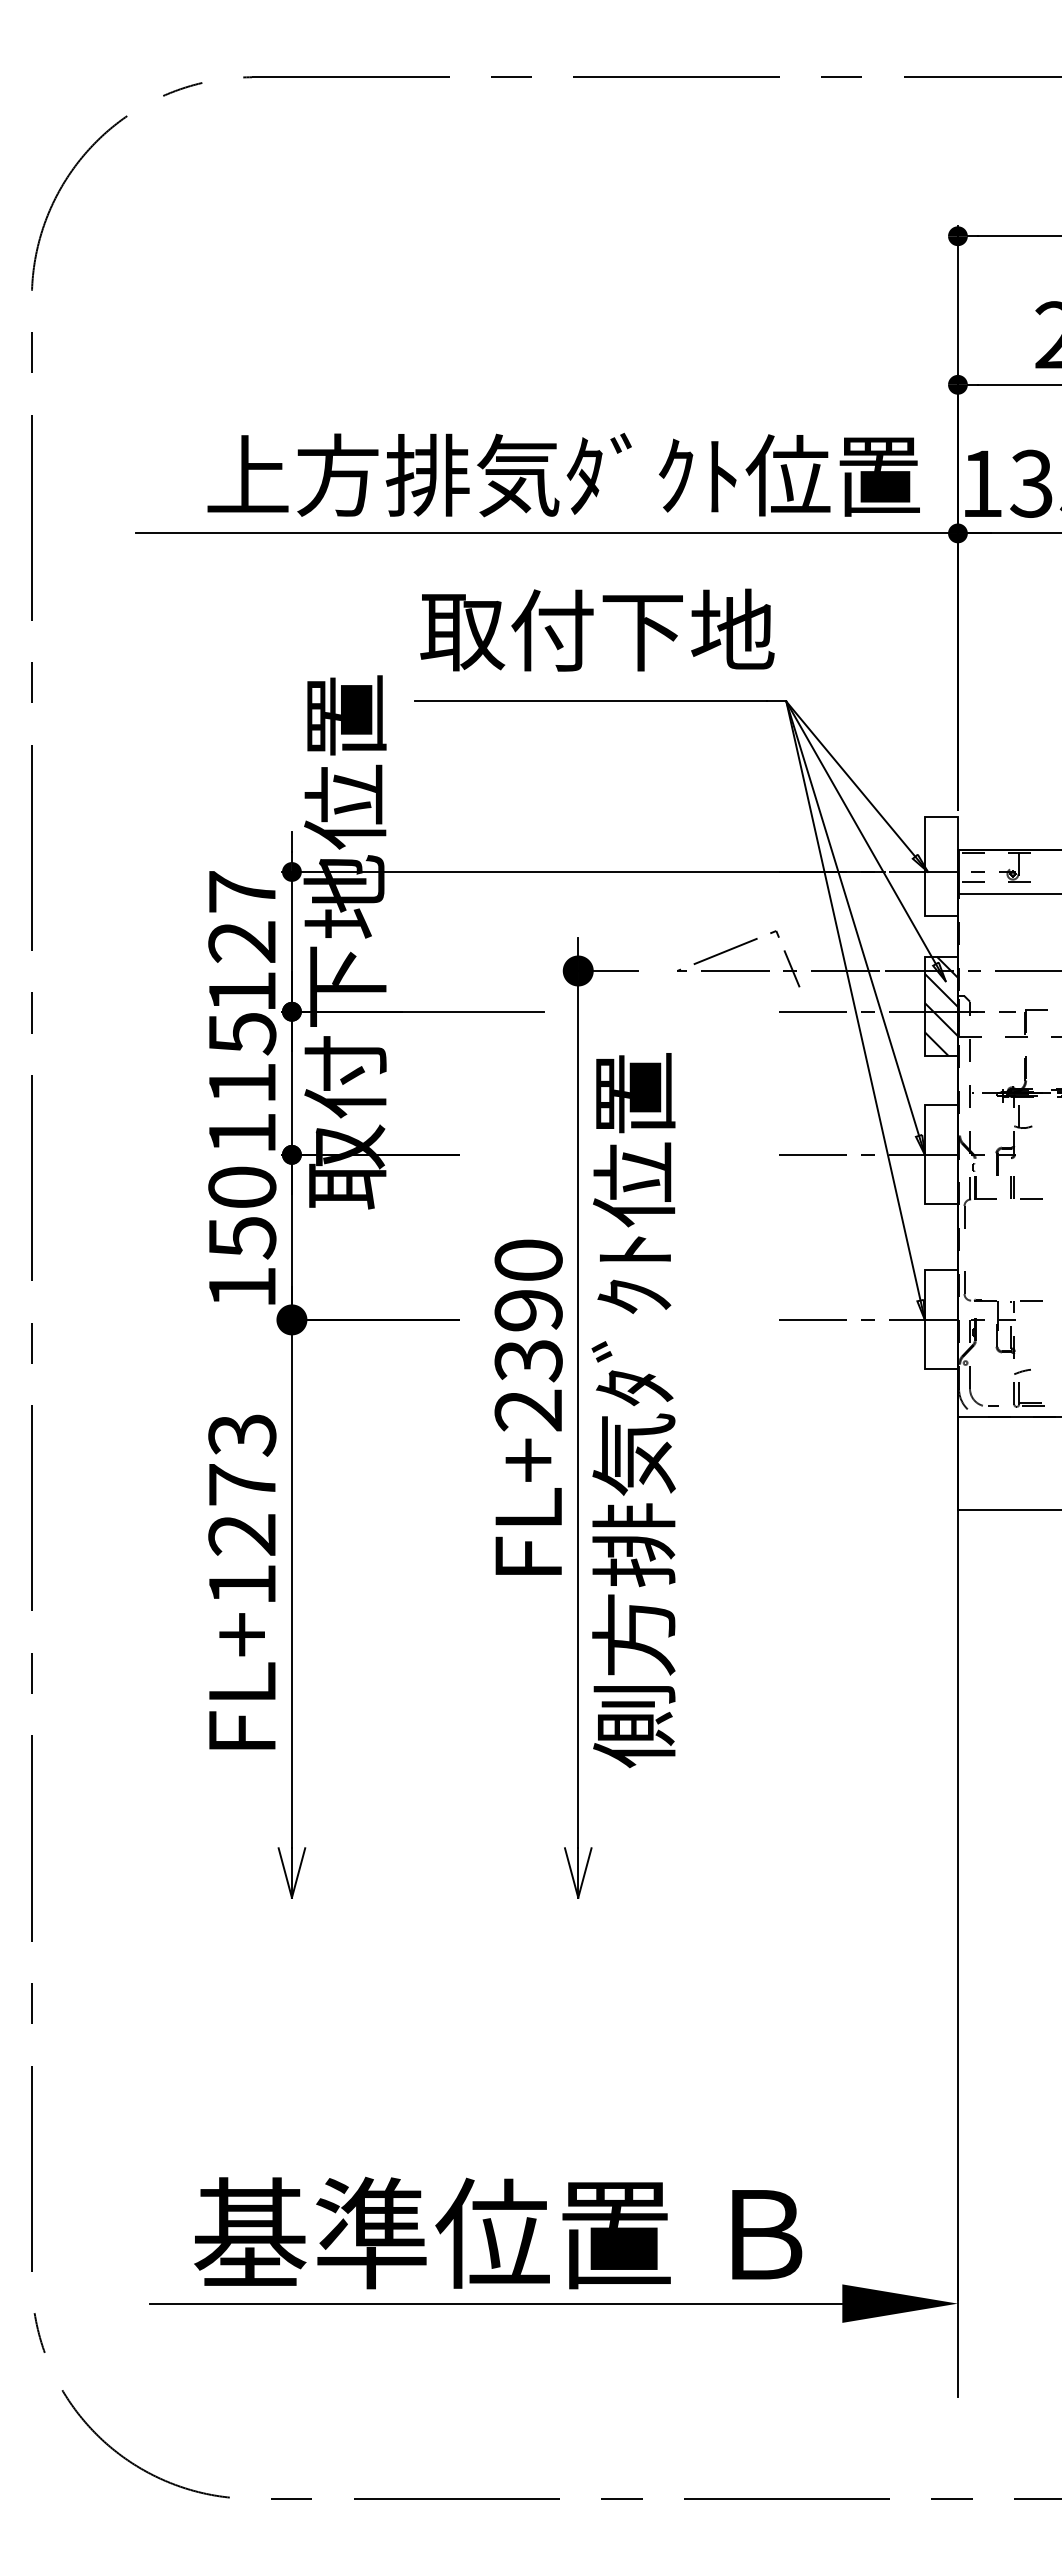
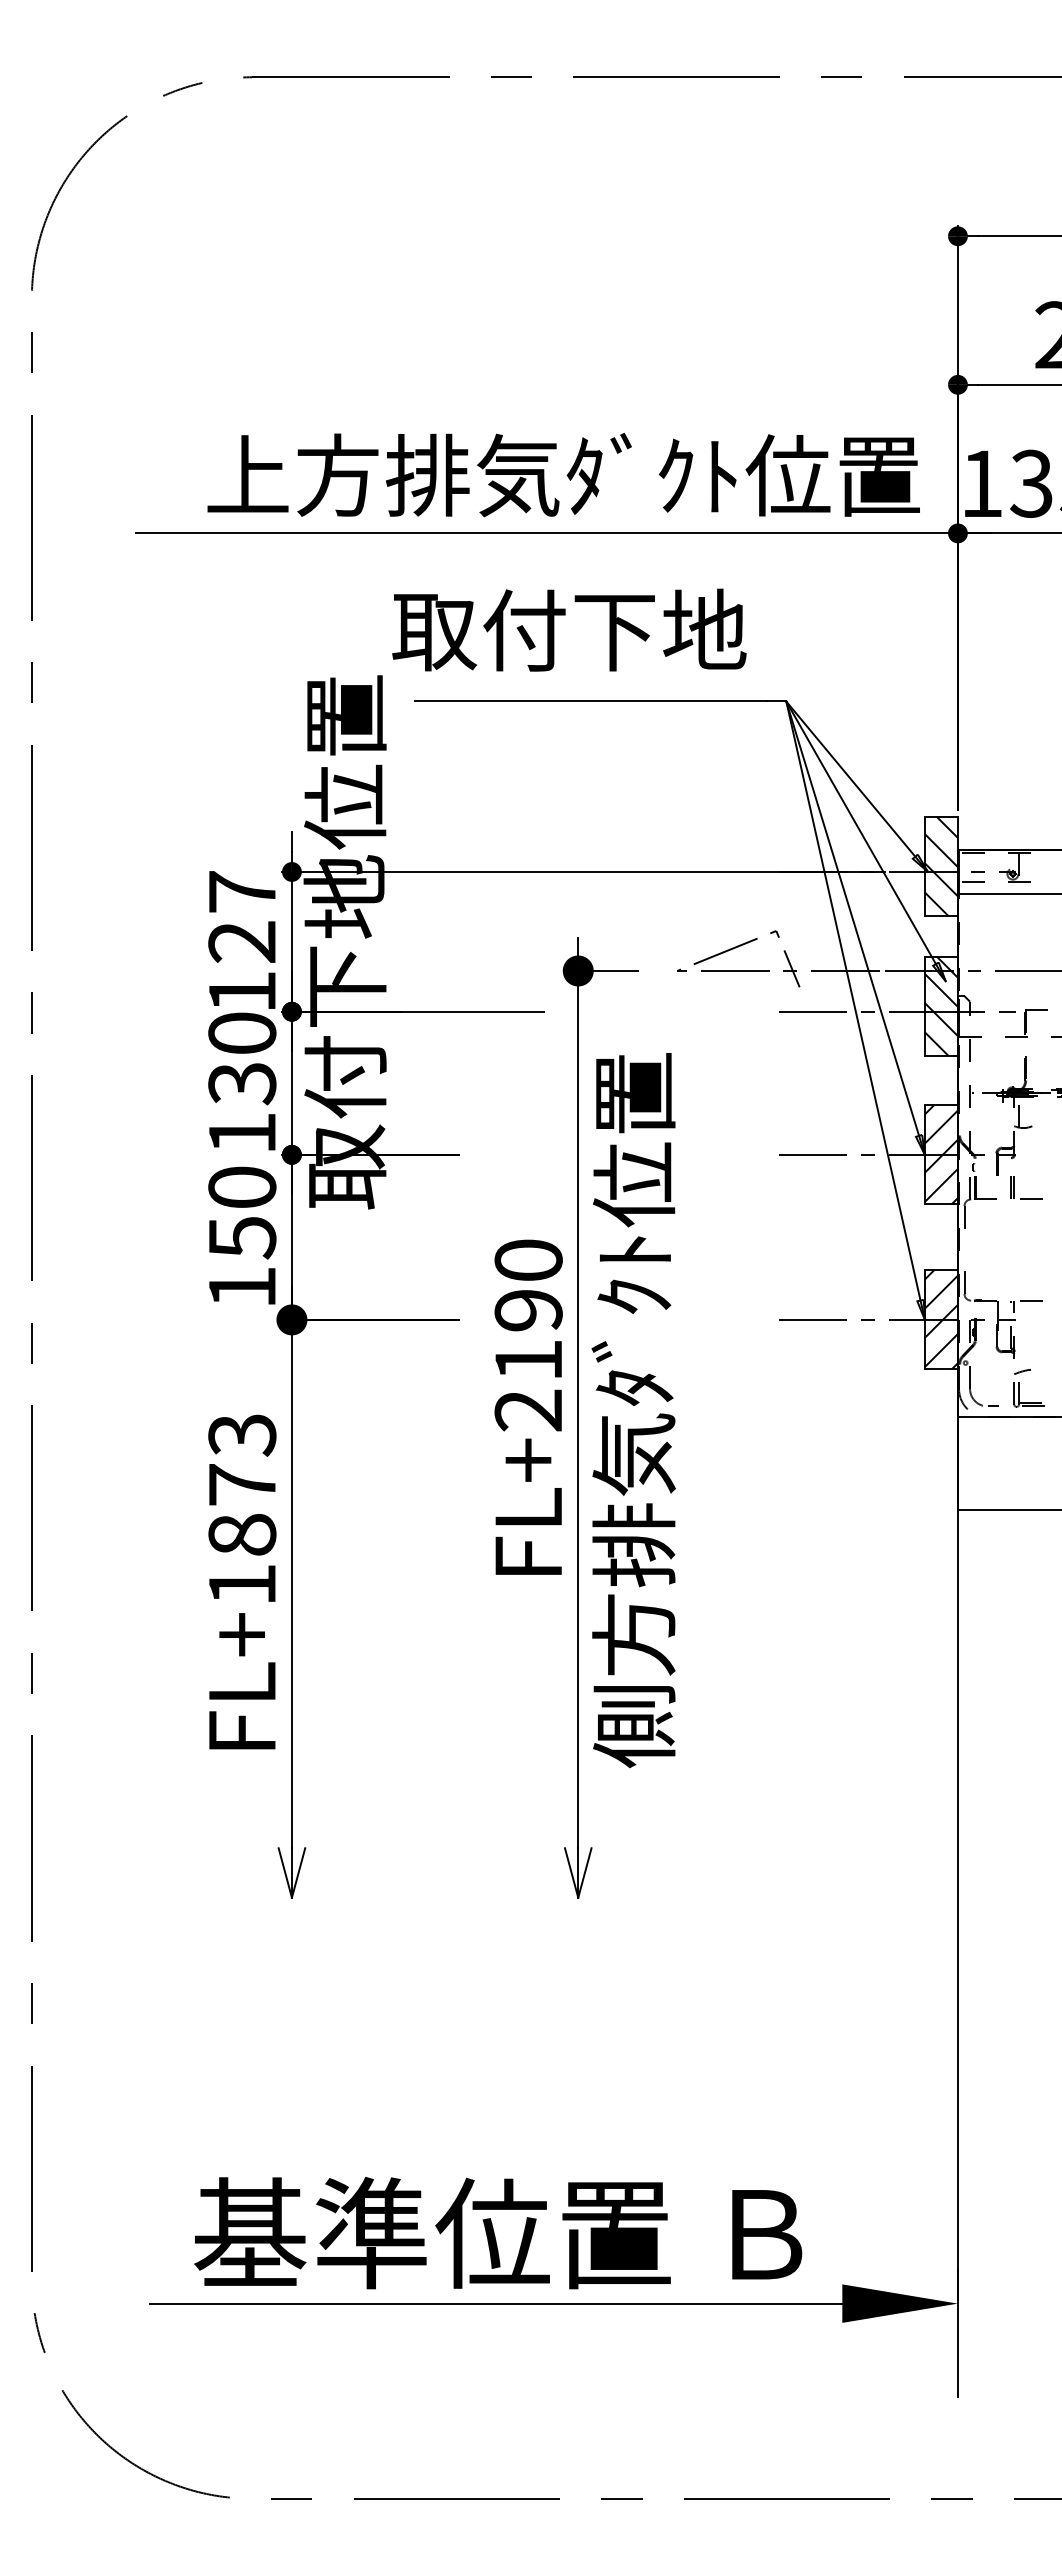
text at (597, 629) position: (597, 629) -> (569, 629)
hatch at (940, 865): none -> present
text at (242, 1058): 115 -> 130
hatch at (940, 1154): none -> present
hatch at (940, 1319): none -> present
text at (528, 1361): FL+2390 -> FL+2190
text at (242, 1534): FL+1273 -> FL+1873
